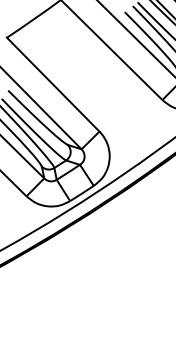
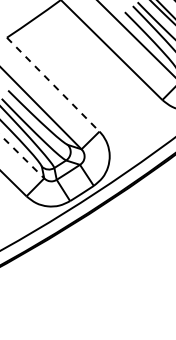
line at (53, 84): solid -> dashed
line at (22, 156): solid -> dashed
